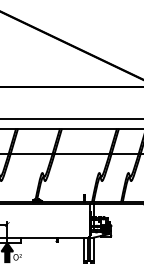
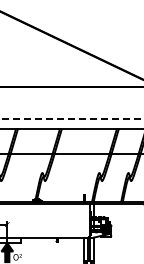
line at (71, 119): solid -> dashed
